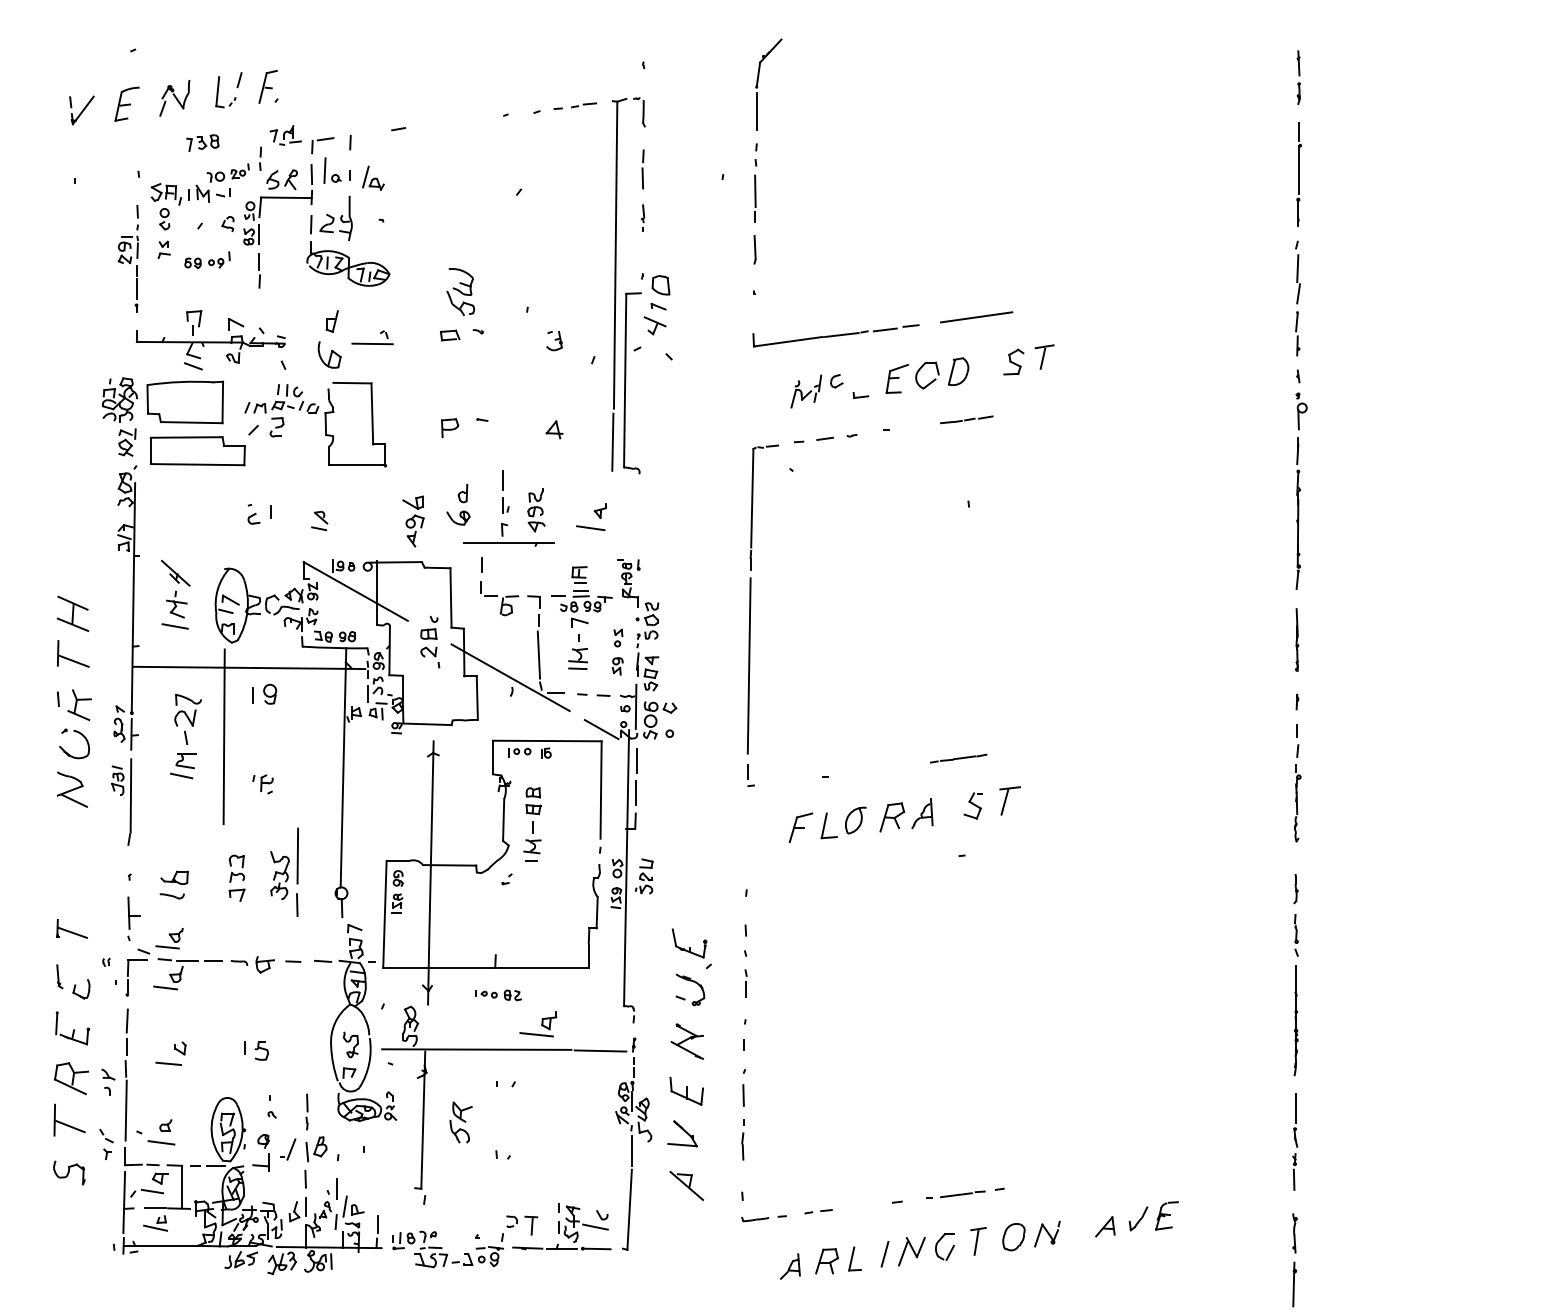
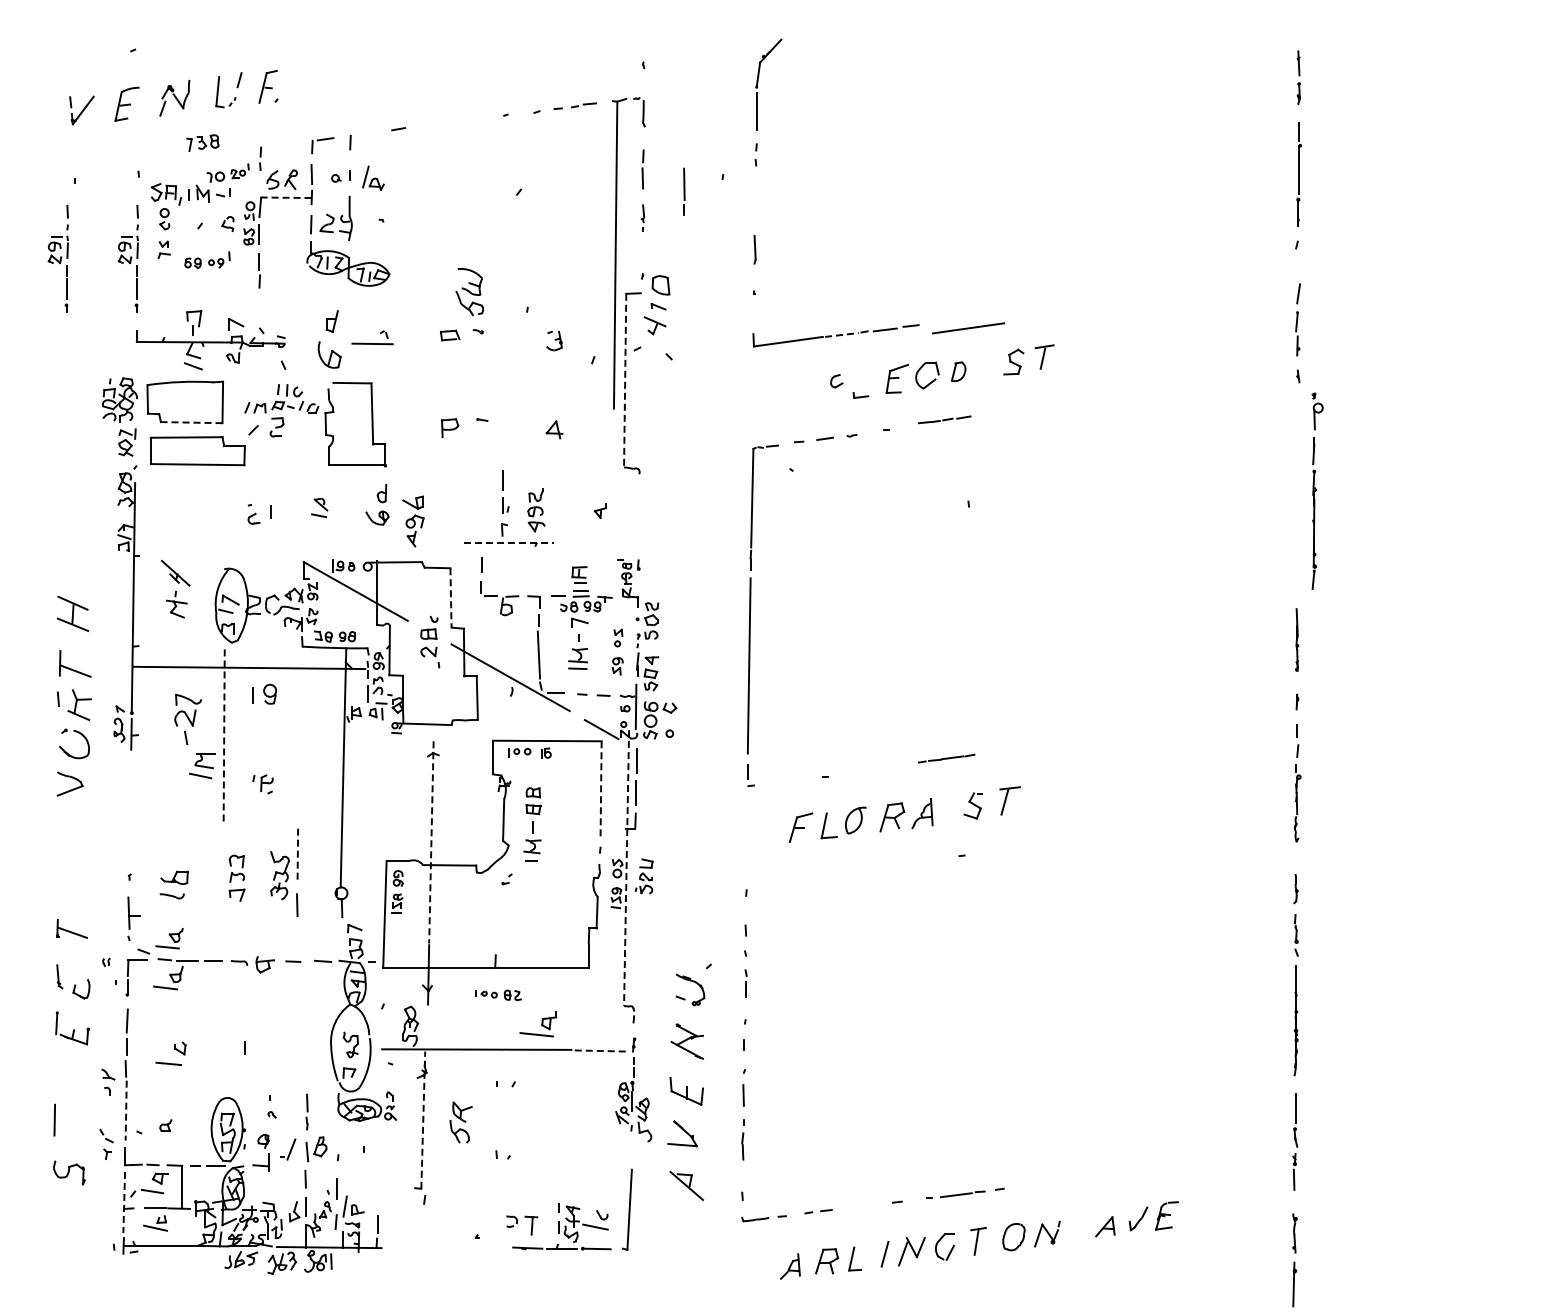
part at (285, 135): present -> none
line at (324, 170): present -> none
line at (285, 197): solid -> dashed
line at (755, 198) position: (755, 198) -> (684, 191)
part at (57, 258): none -> present
line at (1297, 268): present -> none
part at (460, 292) position: (460, 292) -> (469, 292)
line at (976, 317) position: (976, 317) -> (968, 328)
line at (841, 335): solid -> dashed
part at (958, 371) size: 22x30 px -> 16x22 px
line at (625, 380): solid -> dashed
part at (806, 391): present -> none
line at (966, 419) position: (966, 419) -> (944, 419)
line at (191, 422): solid -> dashed
line at (612, 441): present -> none
part at (1301, 490) position: (1301, 490) -> (1317, 490)
part at (458, 504) position: (458, 504) -> (377, 504)
part at (319, 520) position: (319, 520) -> (319, 507)
line at (590, 528): present -> none
line at (509, 543): solid -> dashed
line at (451, 597): solid -> dashed
line at (174, 626): present -> none
part at (72, 659) position: (72, 659) -> (74, 669)
line at (224, 737): solid -> dashed
line at (958, 758) position: (958, 758) -> (946, 758)
part at (183, 766) position: (183, 766) -> (202, 766)
line at (601, 790): solid -> dashed
line at (74, 800): present -> none
part at (121, 801): present -> none
line at (431, 842): solid -> dashed
line at (297, 856): solid -> dashed
line at (626, 868): solid -> dashed
part at (689, 943): present -> none
part at (261, 1050): present -> none
line at (600, 1051): solid -> dashed
part at (71, 1078): present -> none
line at (126, 1110): solid -> dashed
line at (423, 1120): solid -> dashed
line at (70, 1126): present -> none
line at (161, 1142): present -> none
line at (631, 1151): present -> none
line at (124, 1202): solid -> dashed
part at (447, 1249): present -> none
